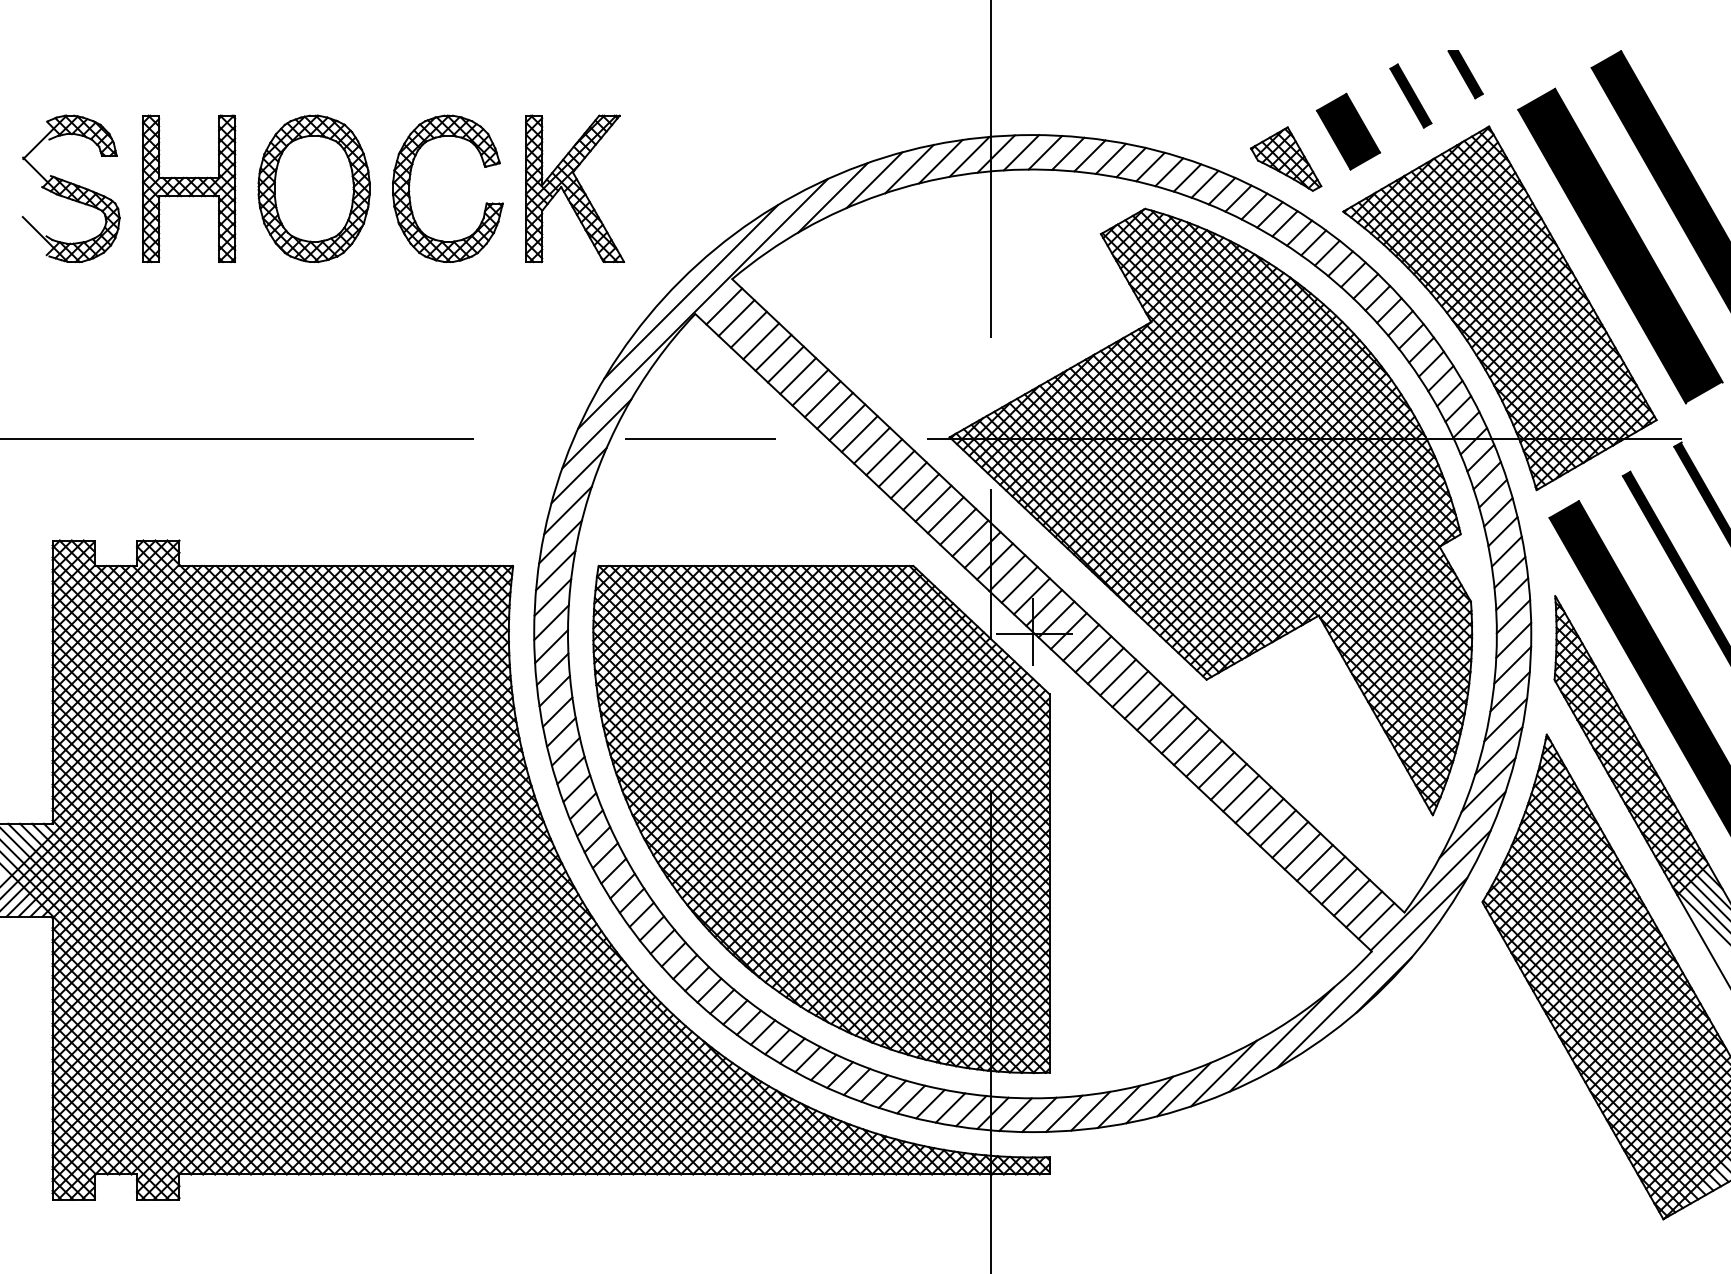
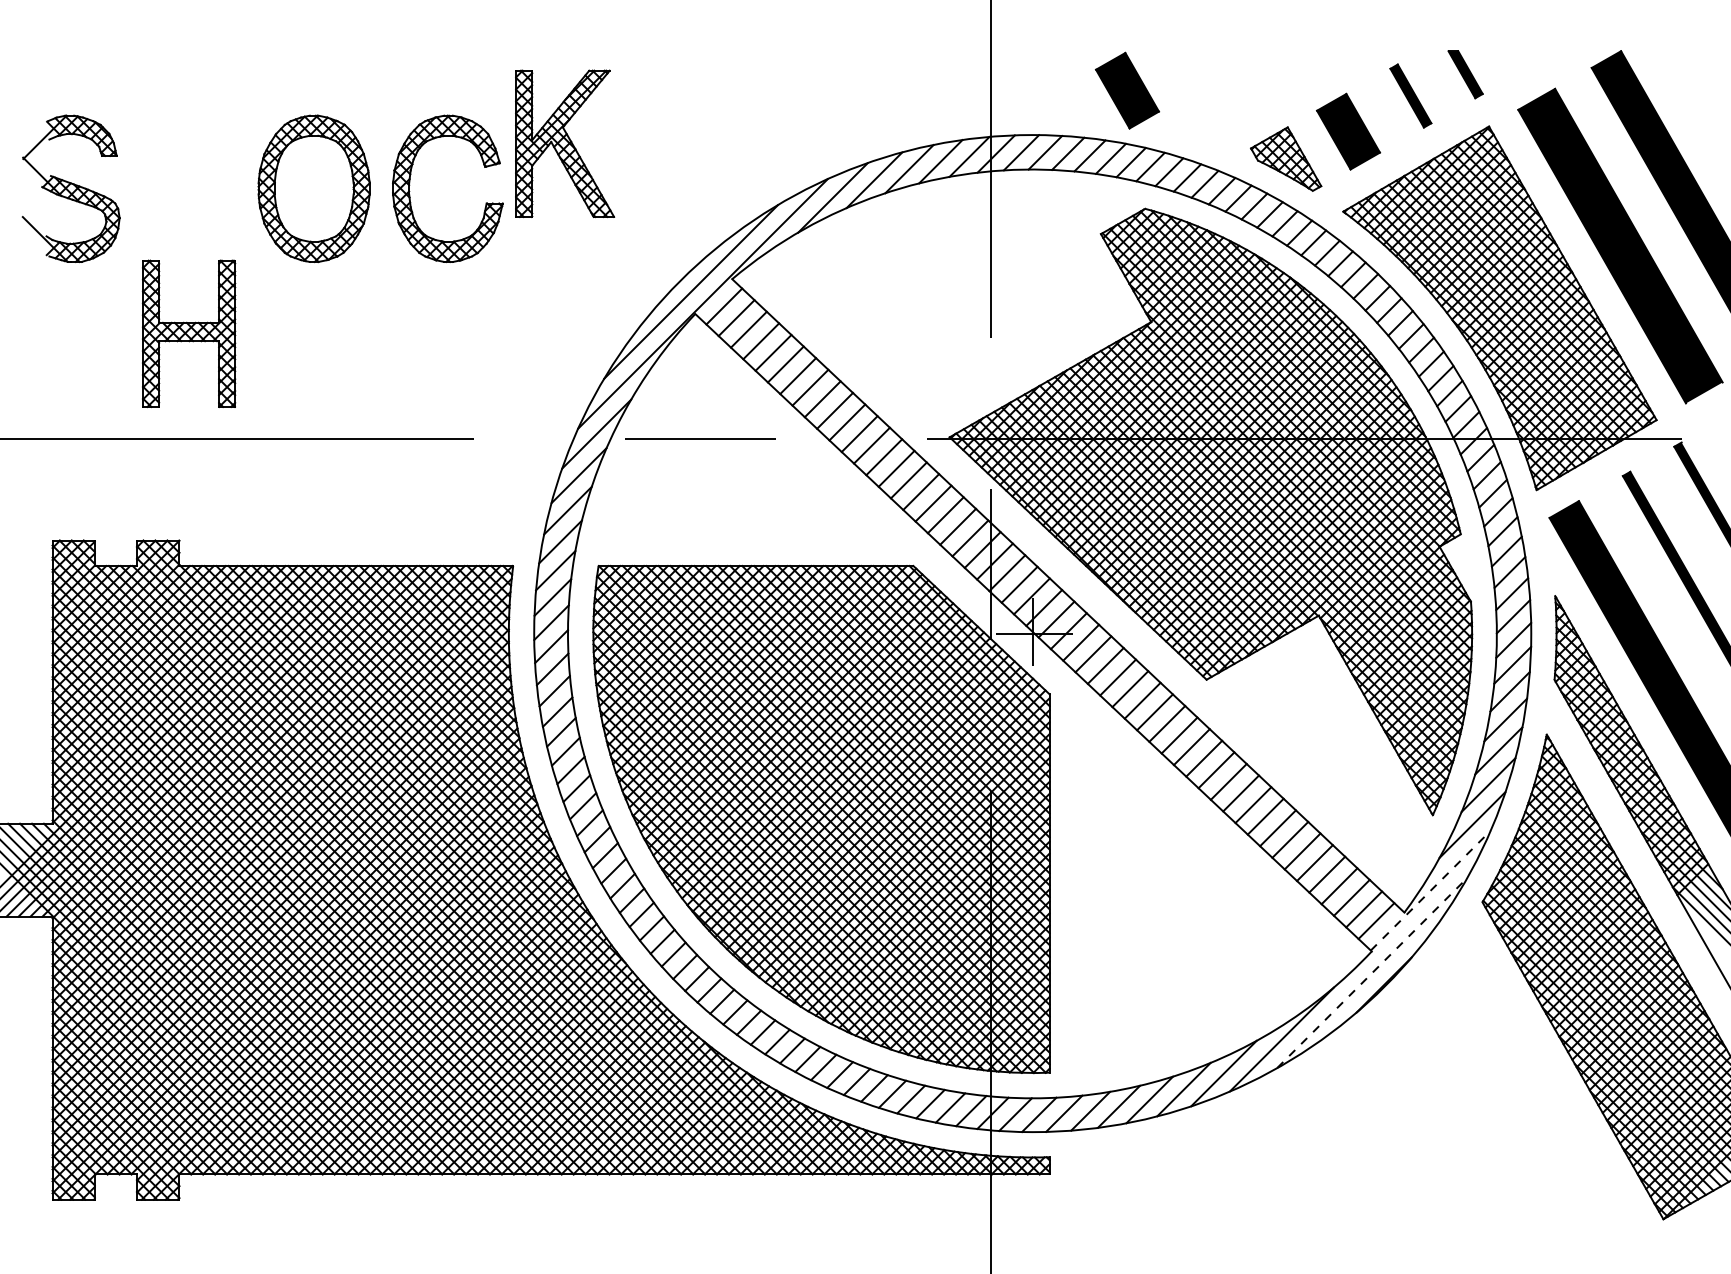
part at (1127, 90): none -> present
part at (188, 188) position: (188, 188) -> (188, 333)
part at (575, 188) position: (575, 188) -> (565, 143)
line at (1430, 890): solid -> dashed
line at (1372, 972): solid -> dashed
